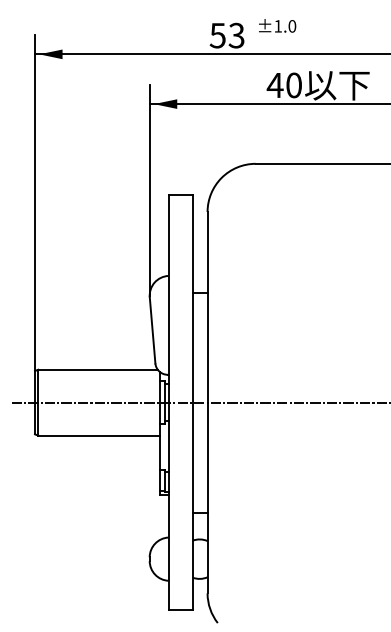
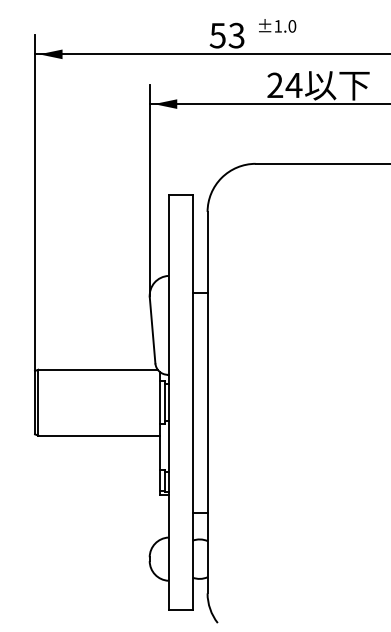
text at (284, 85): 40 -> 24
line at (199, 402): present -> none
